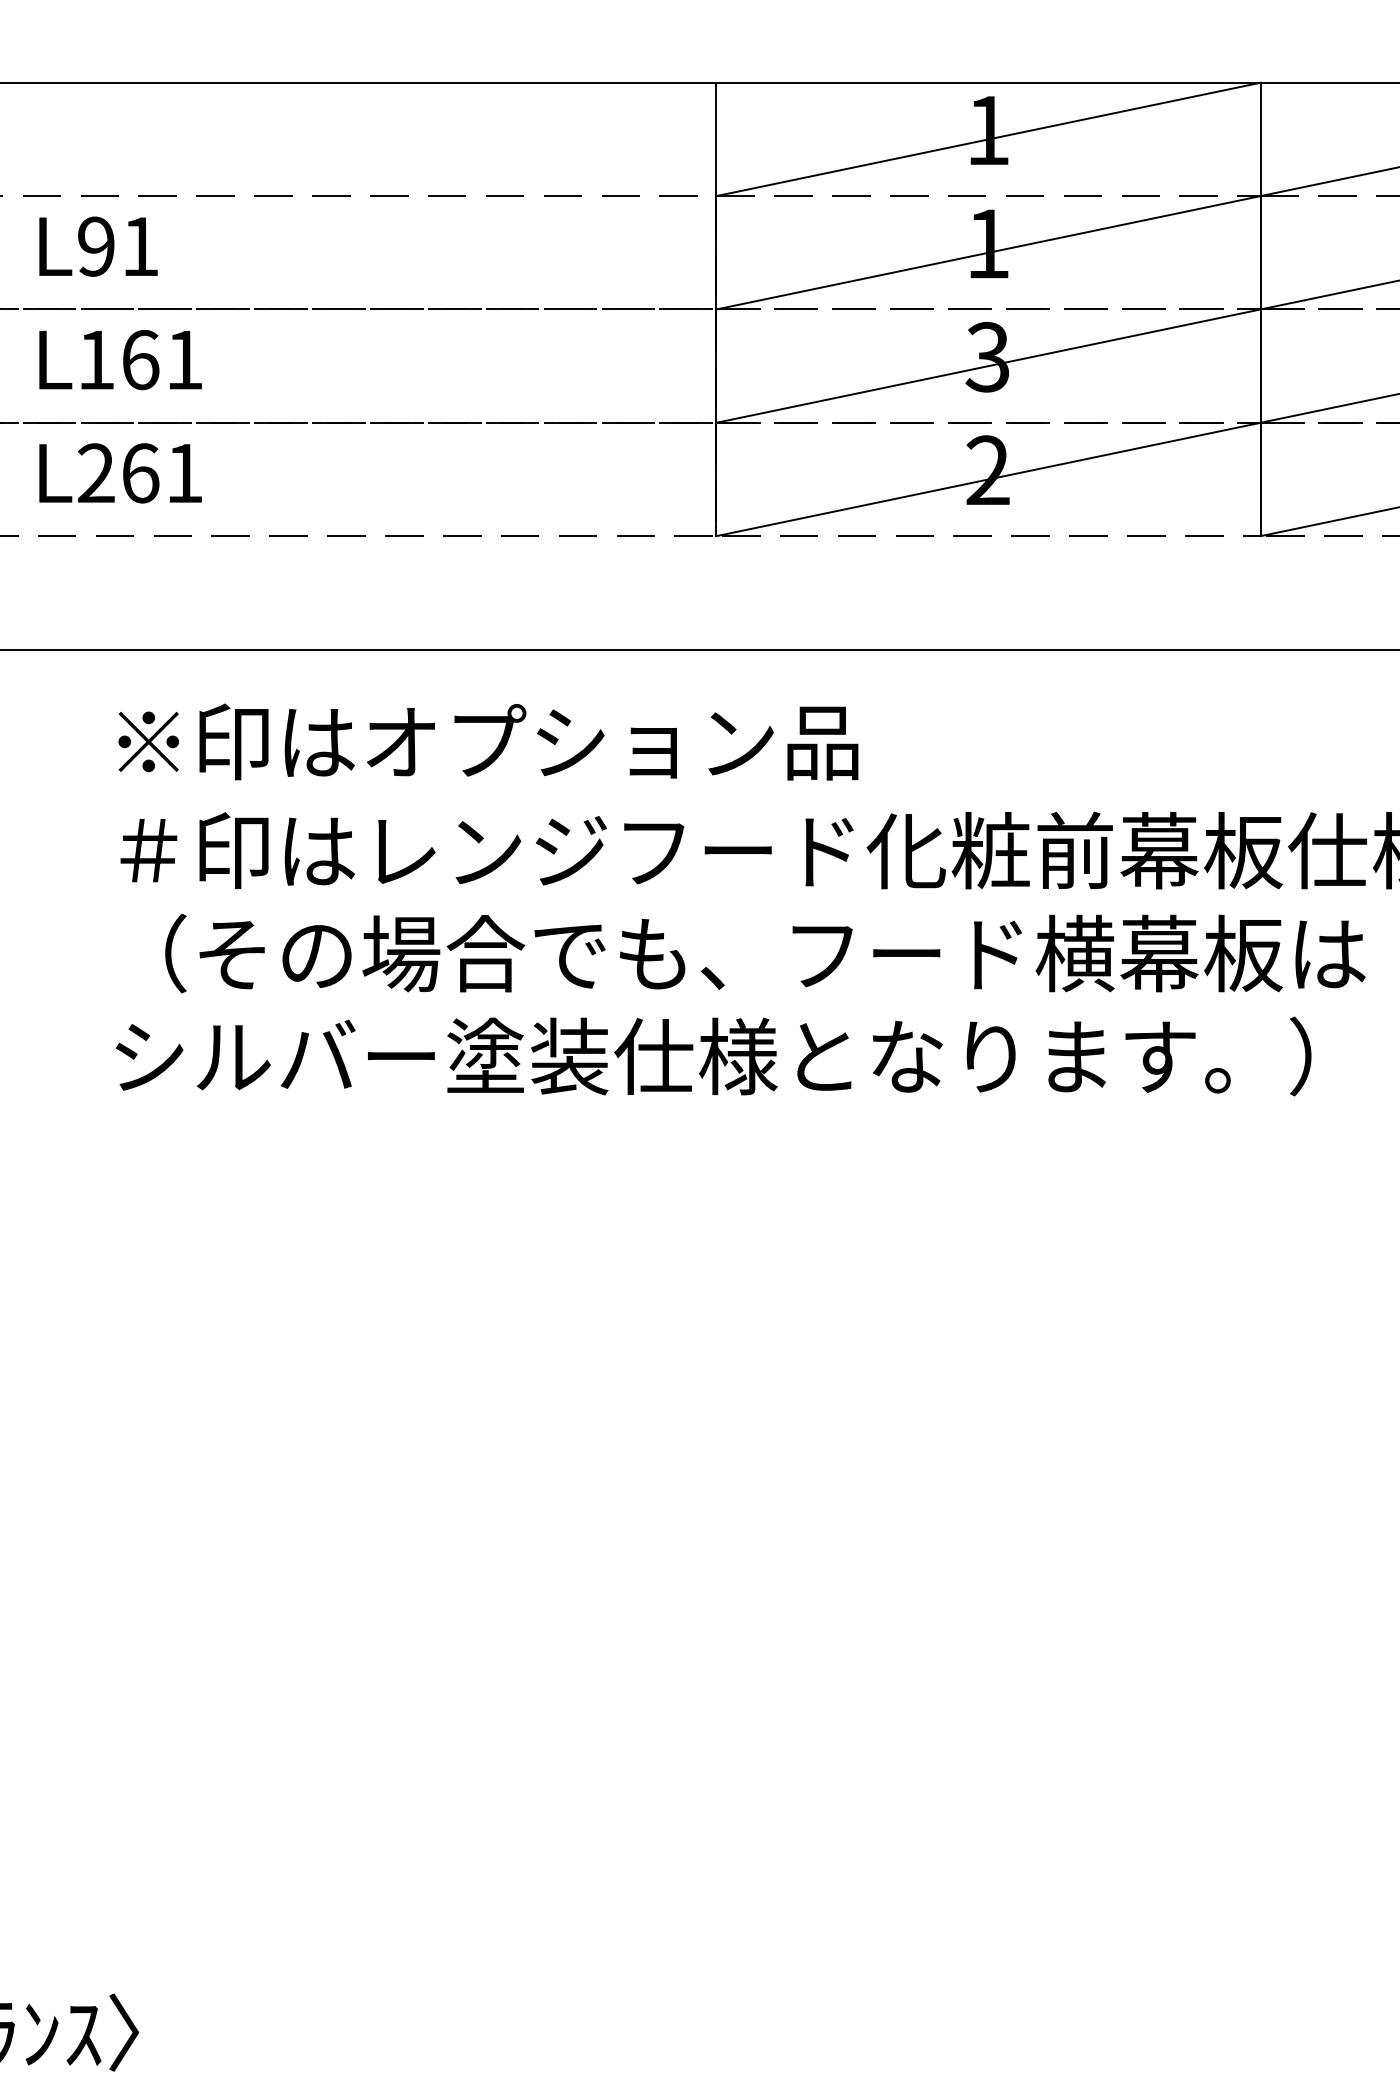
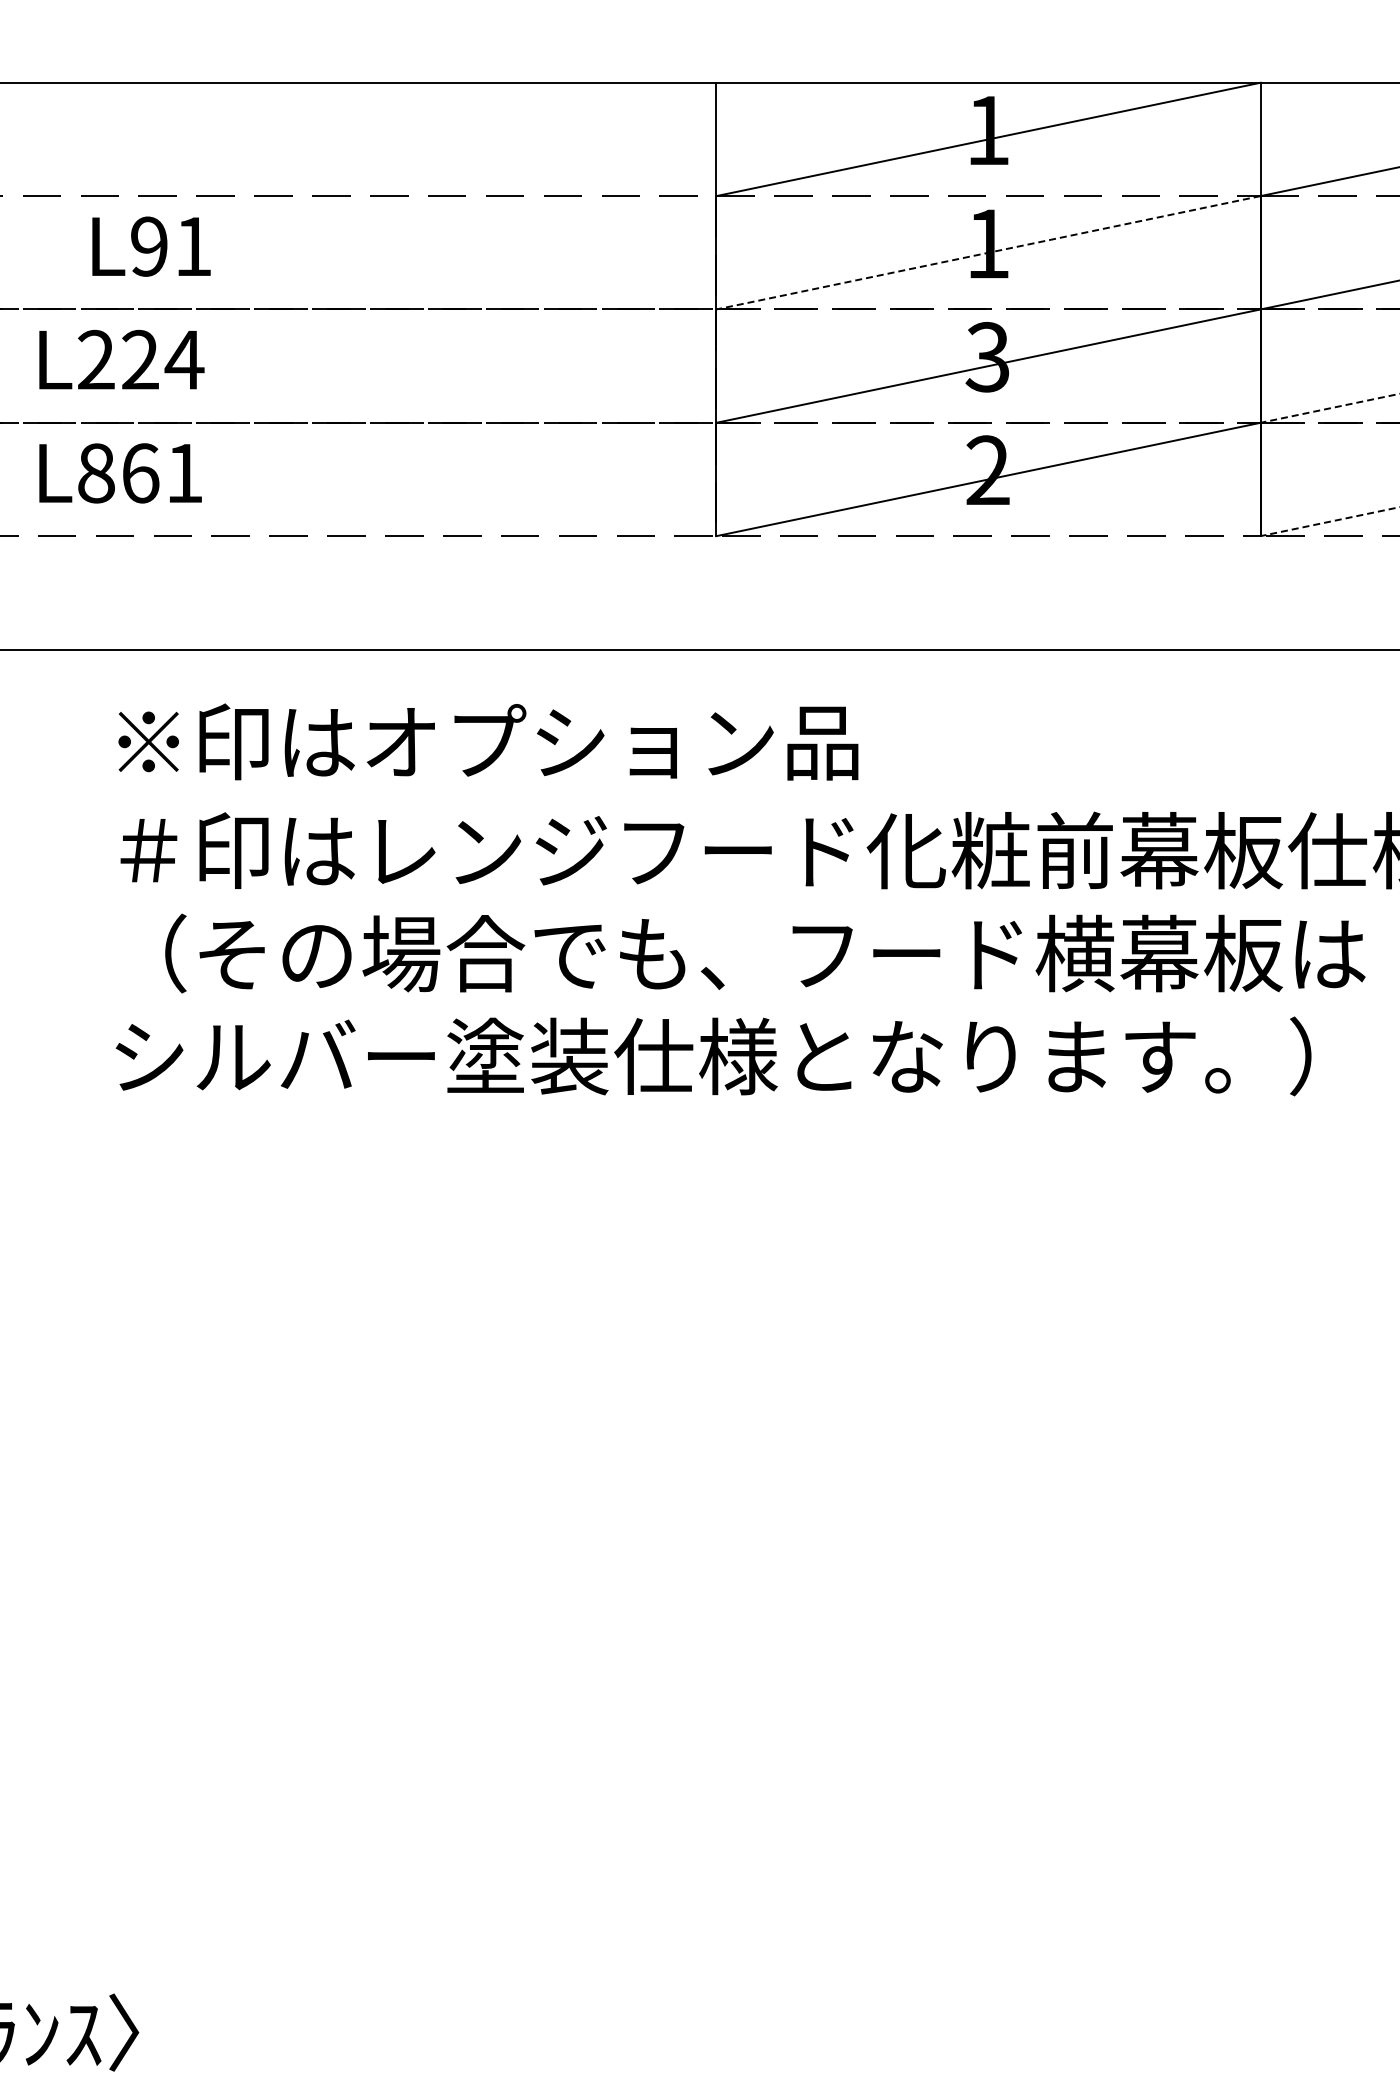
text at (98, 246) position: (98, 246) -> (151, 246)
line at (988, 252): solid -> dashed
text at (141, 359): L161 -> L224
line at (1330, 408): solid -> dashed
text at (96, 473): L261 -> L861
line at (1330, 521): solid -> dashed
